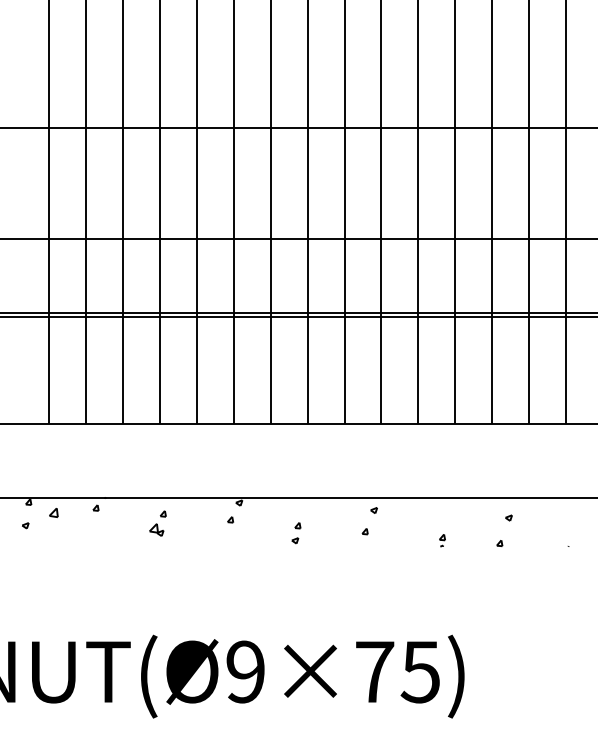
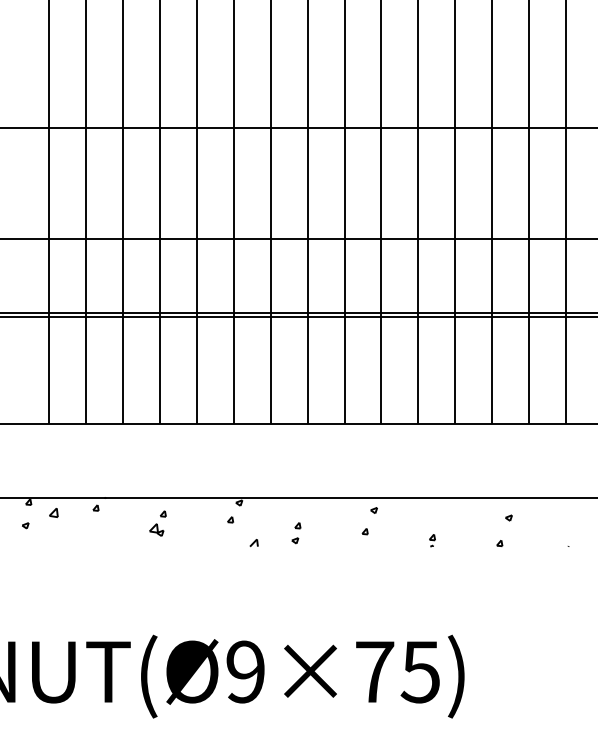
part at (442, 540) position: (442, 540) -> (432, 540)
part at (253, 542): none -> present
